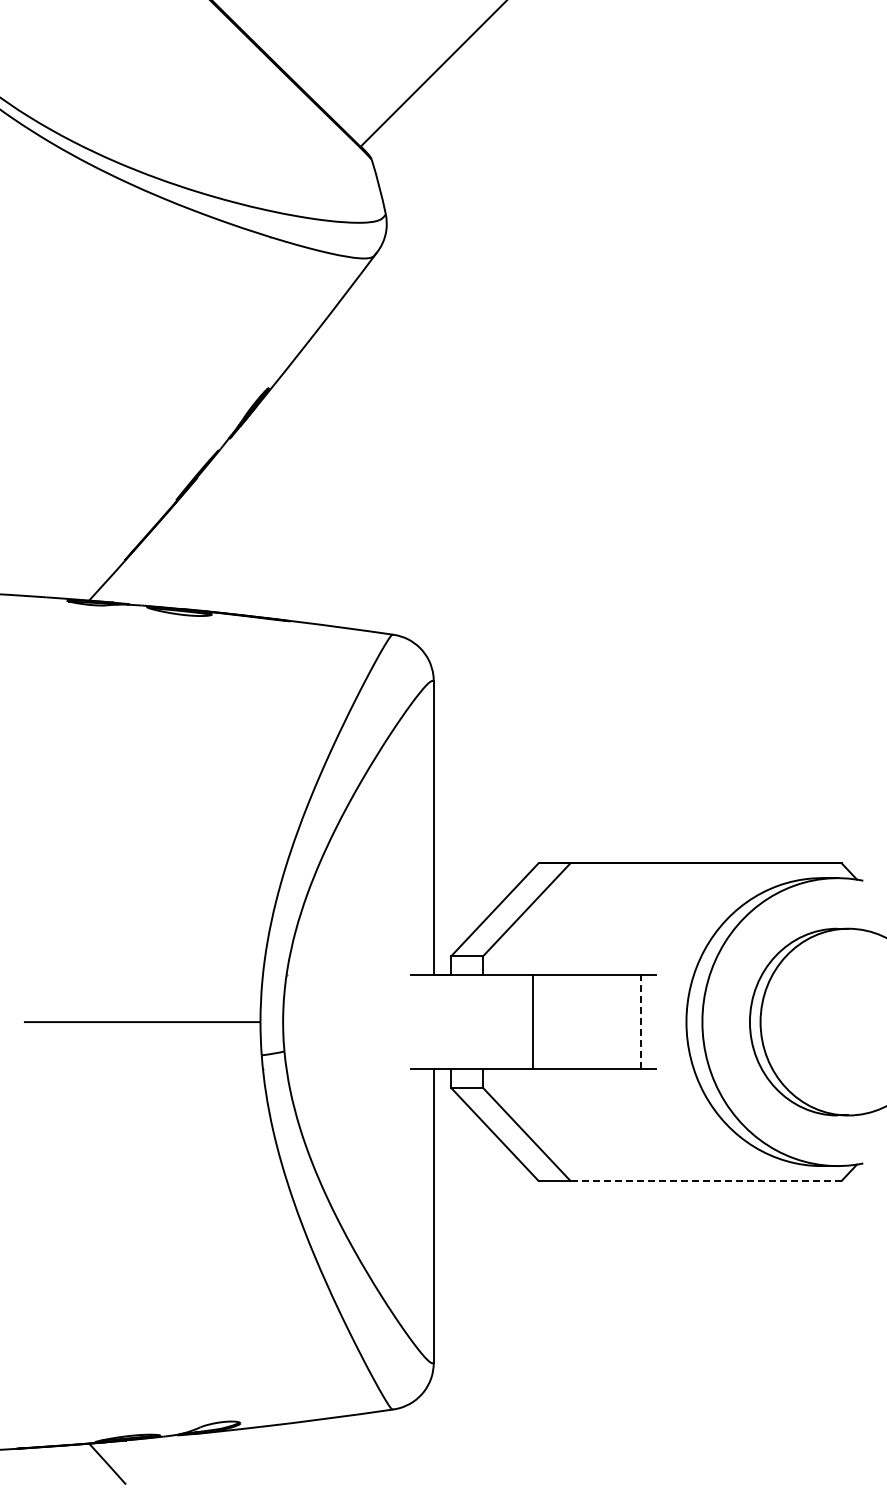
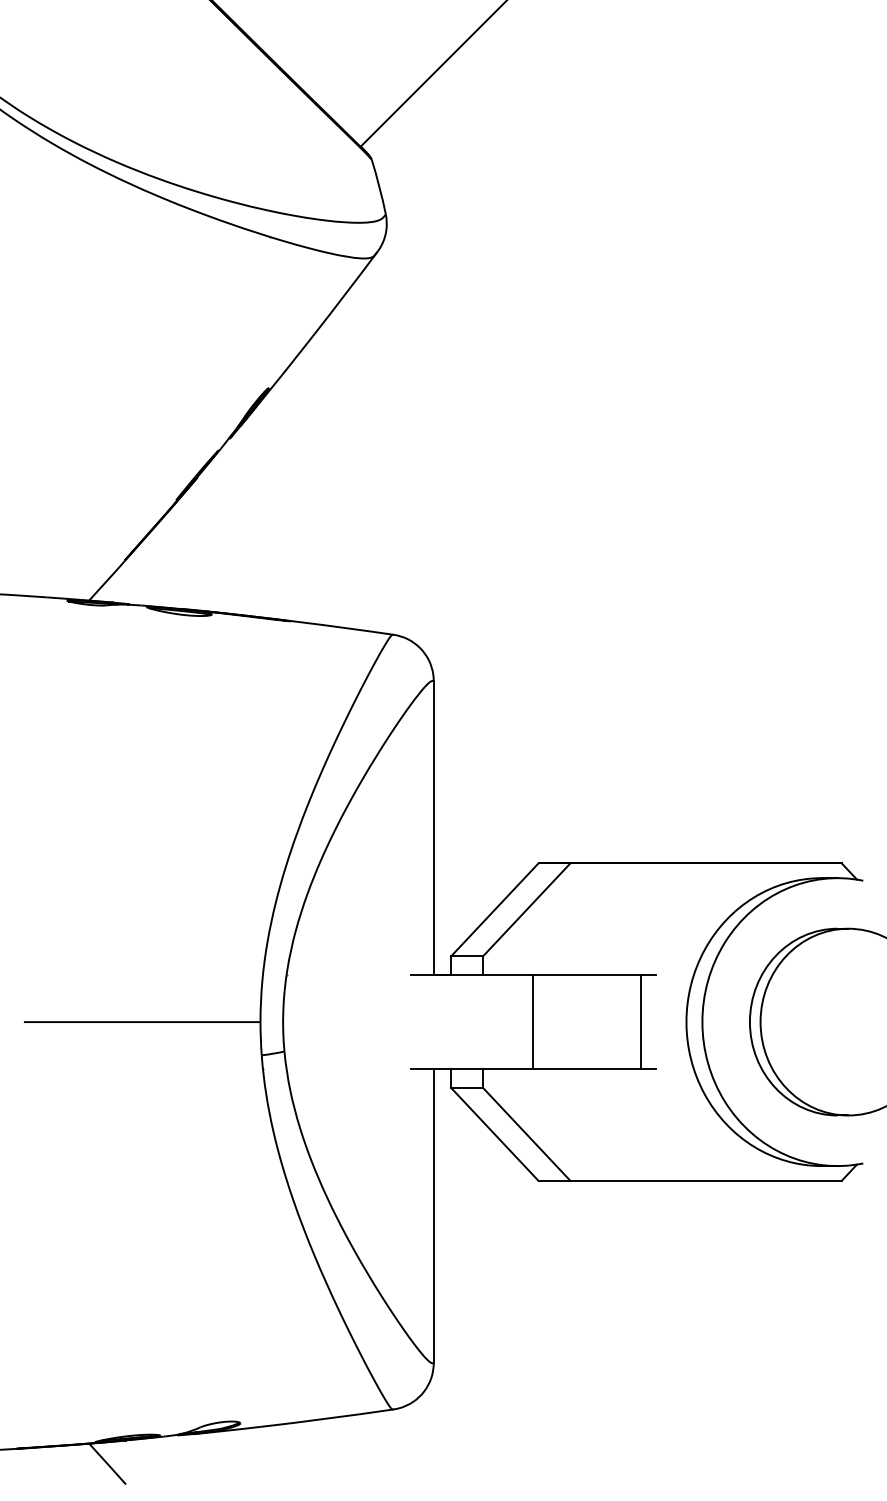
line at (640, 1022): dashed -> solid
line at (706, 1180): dashed -> solid
